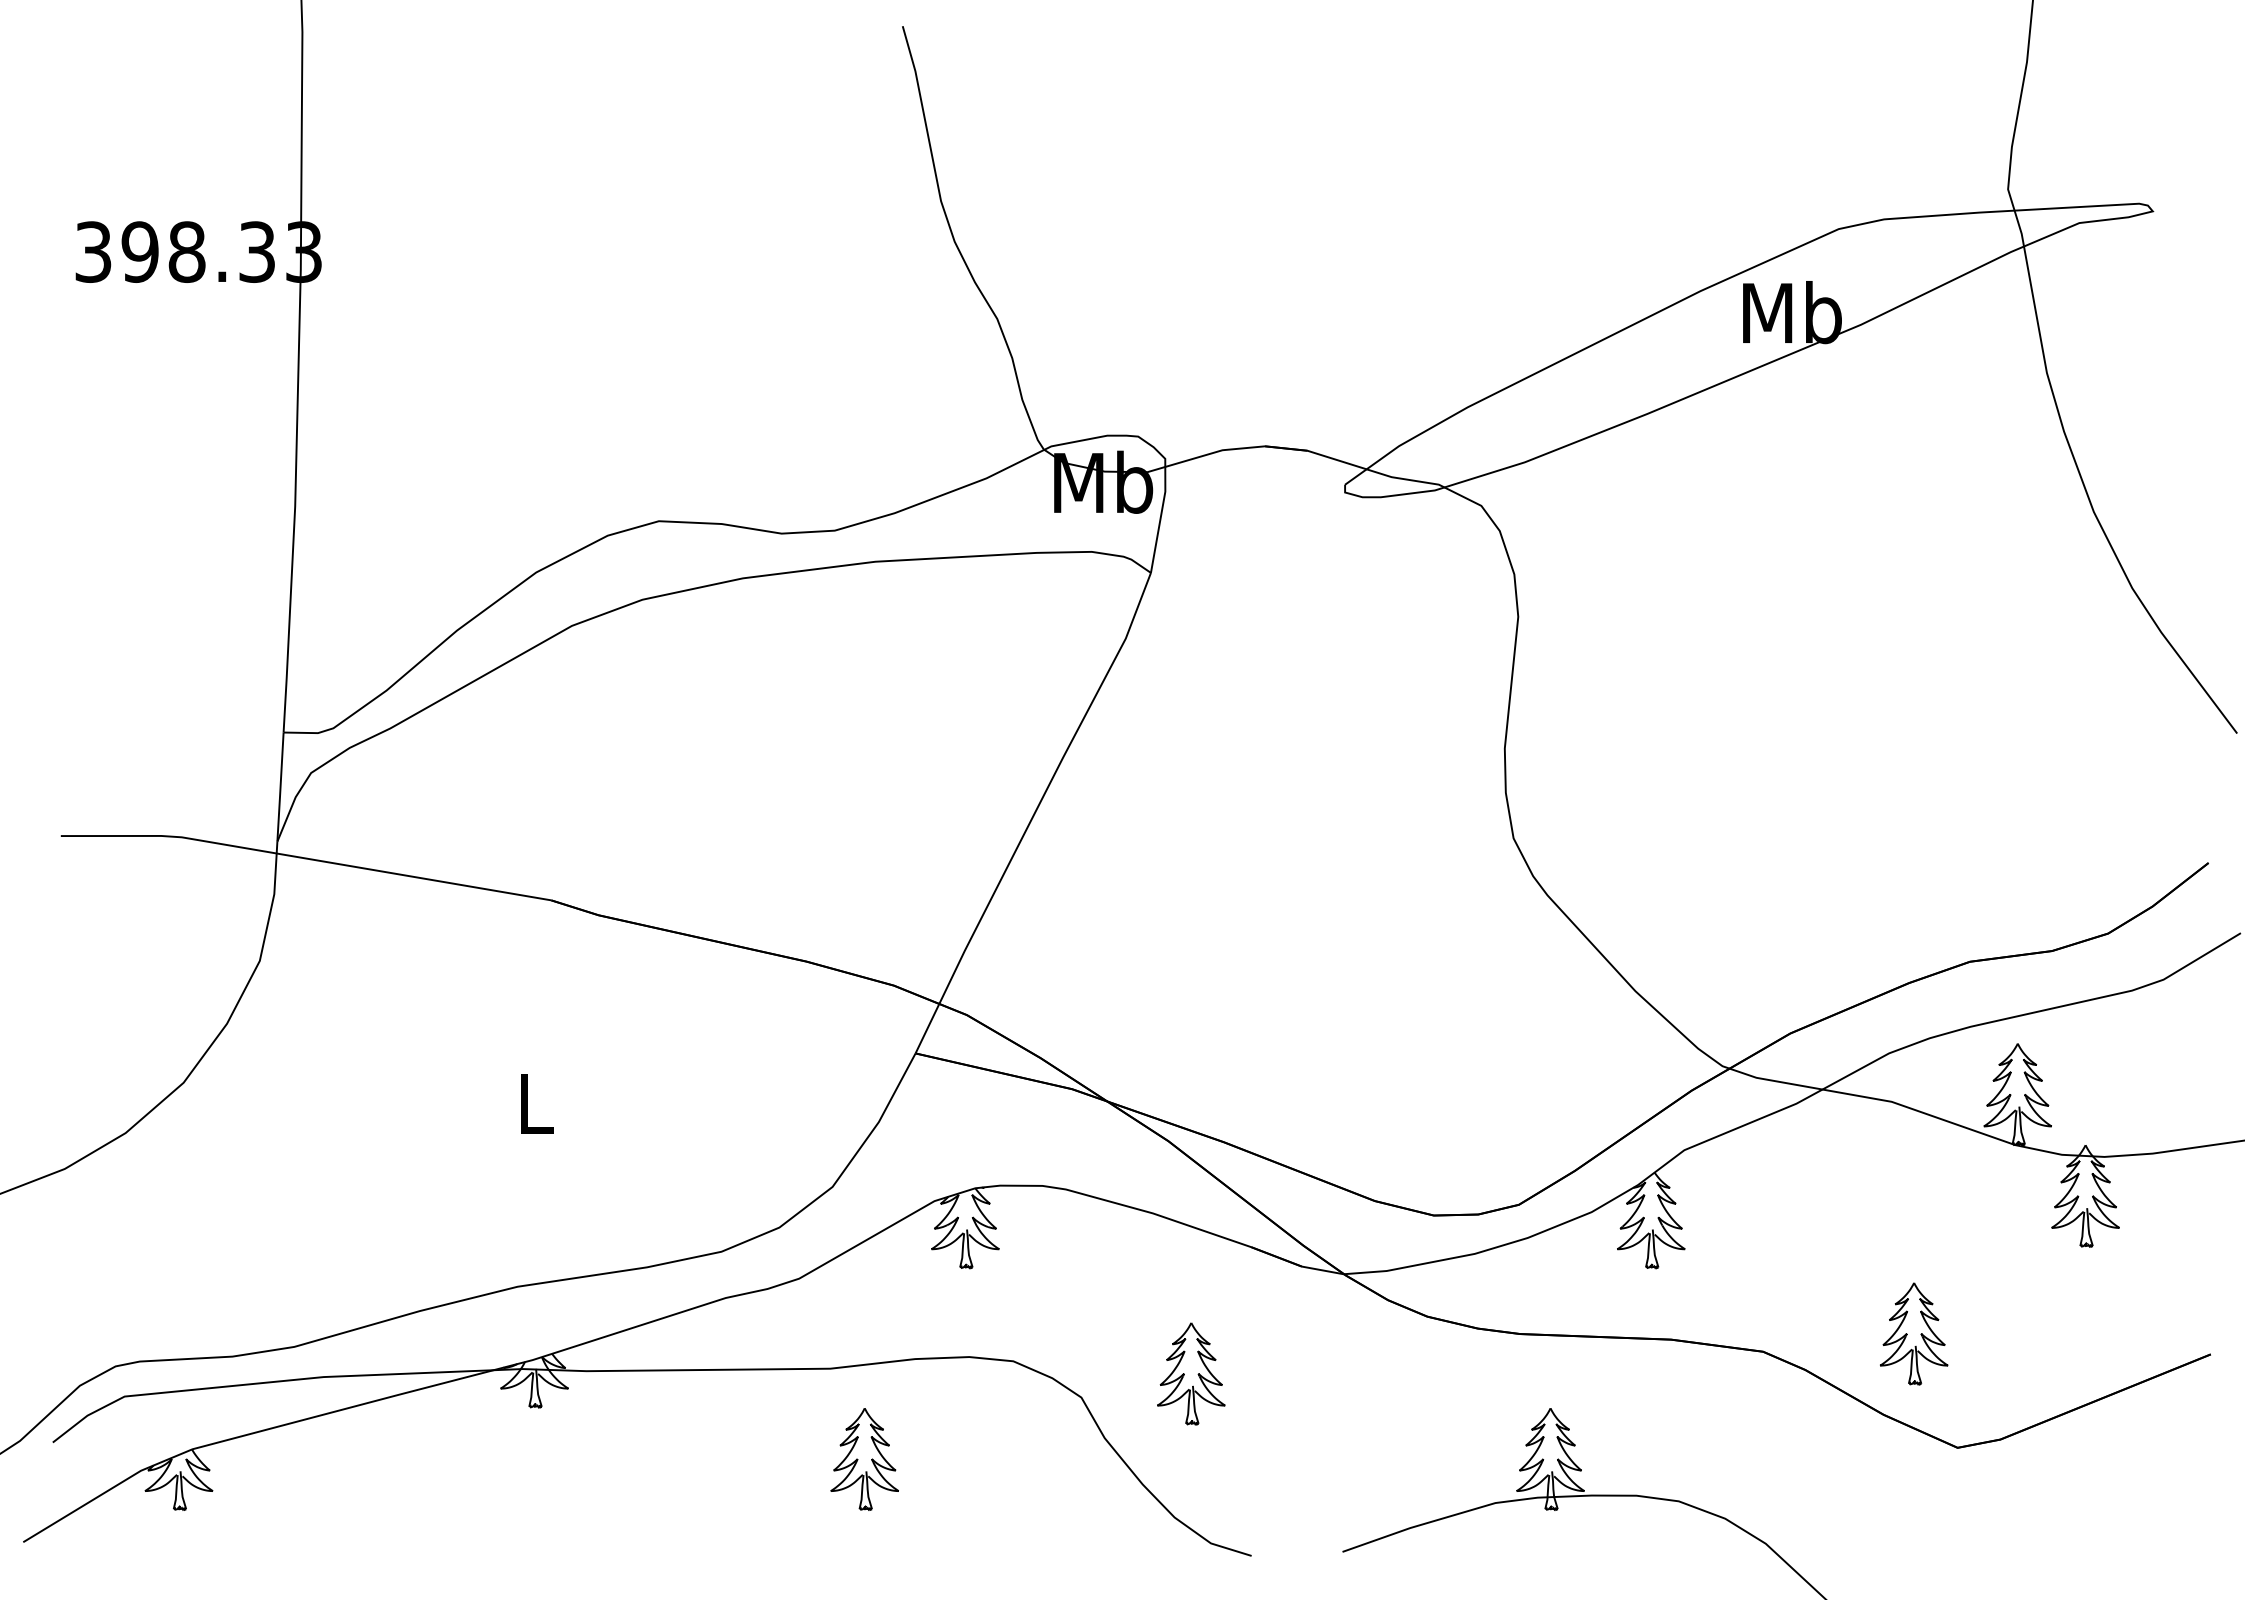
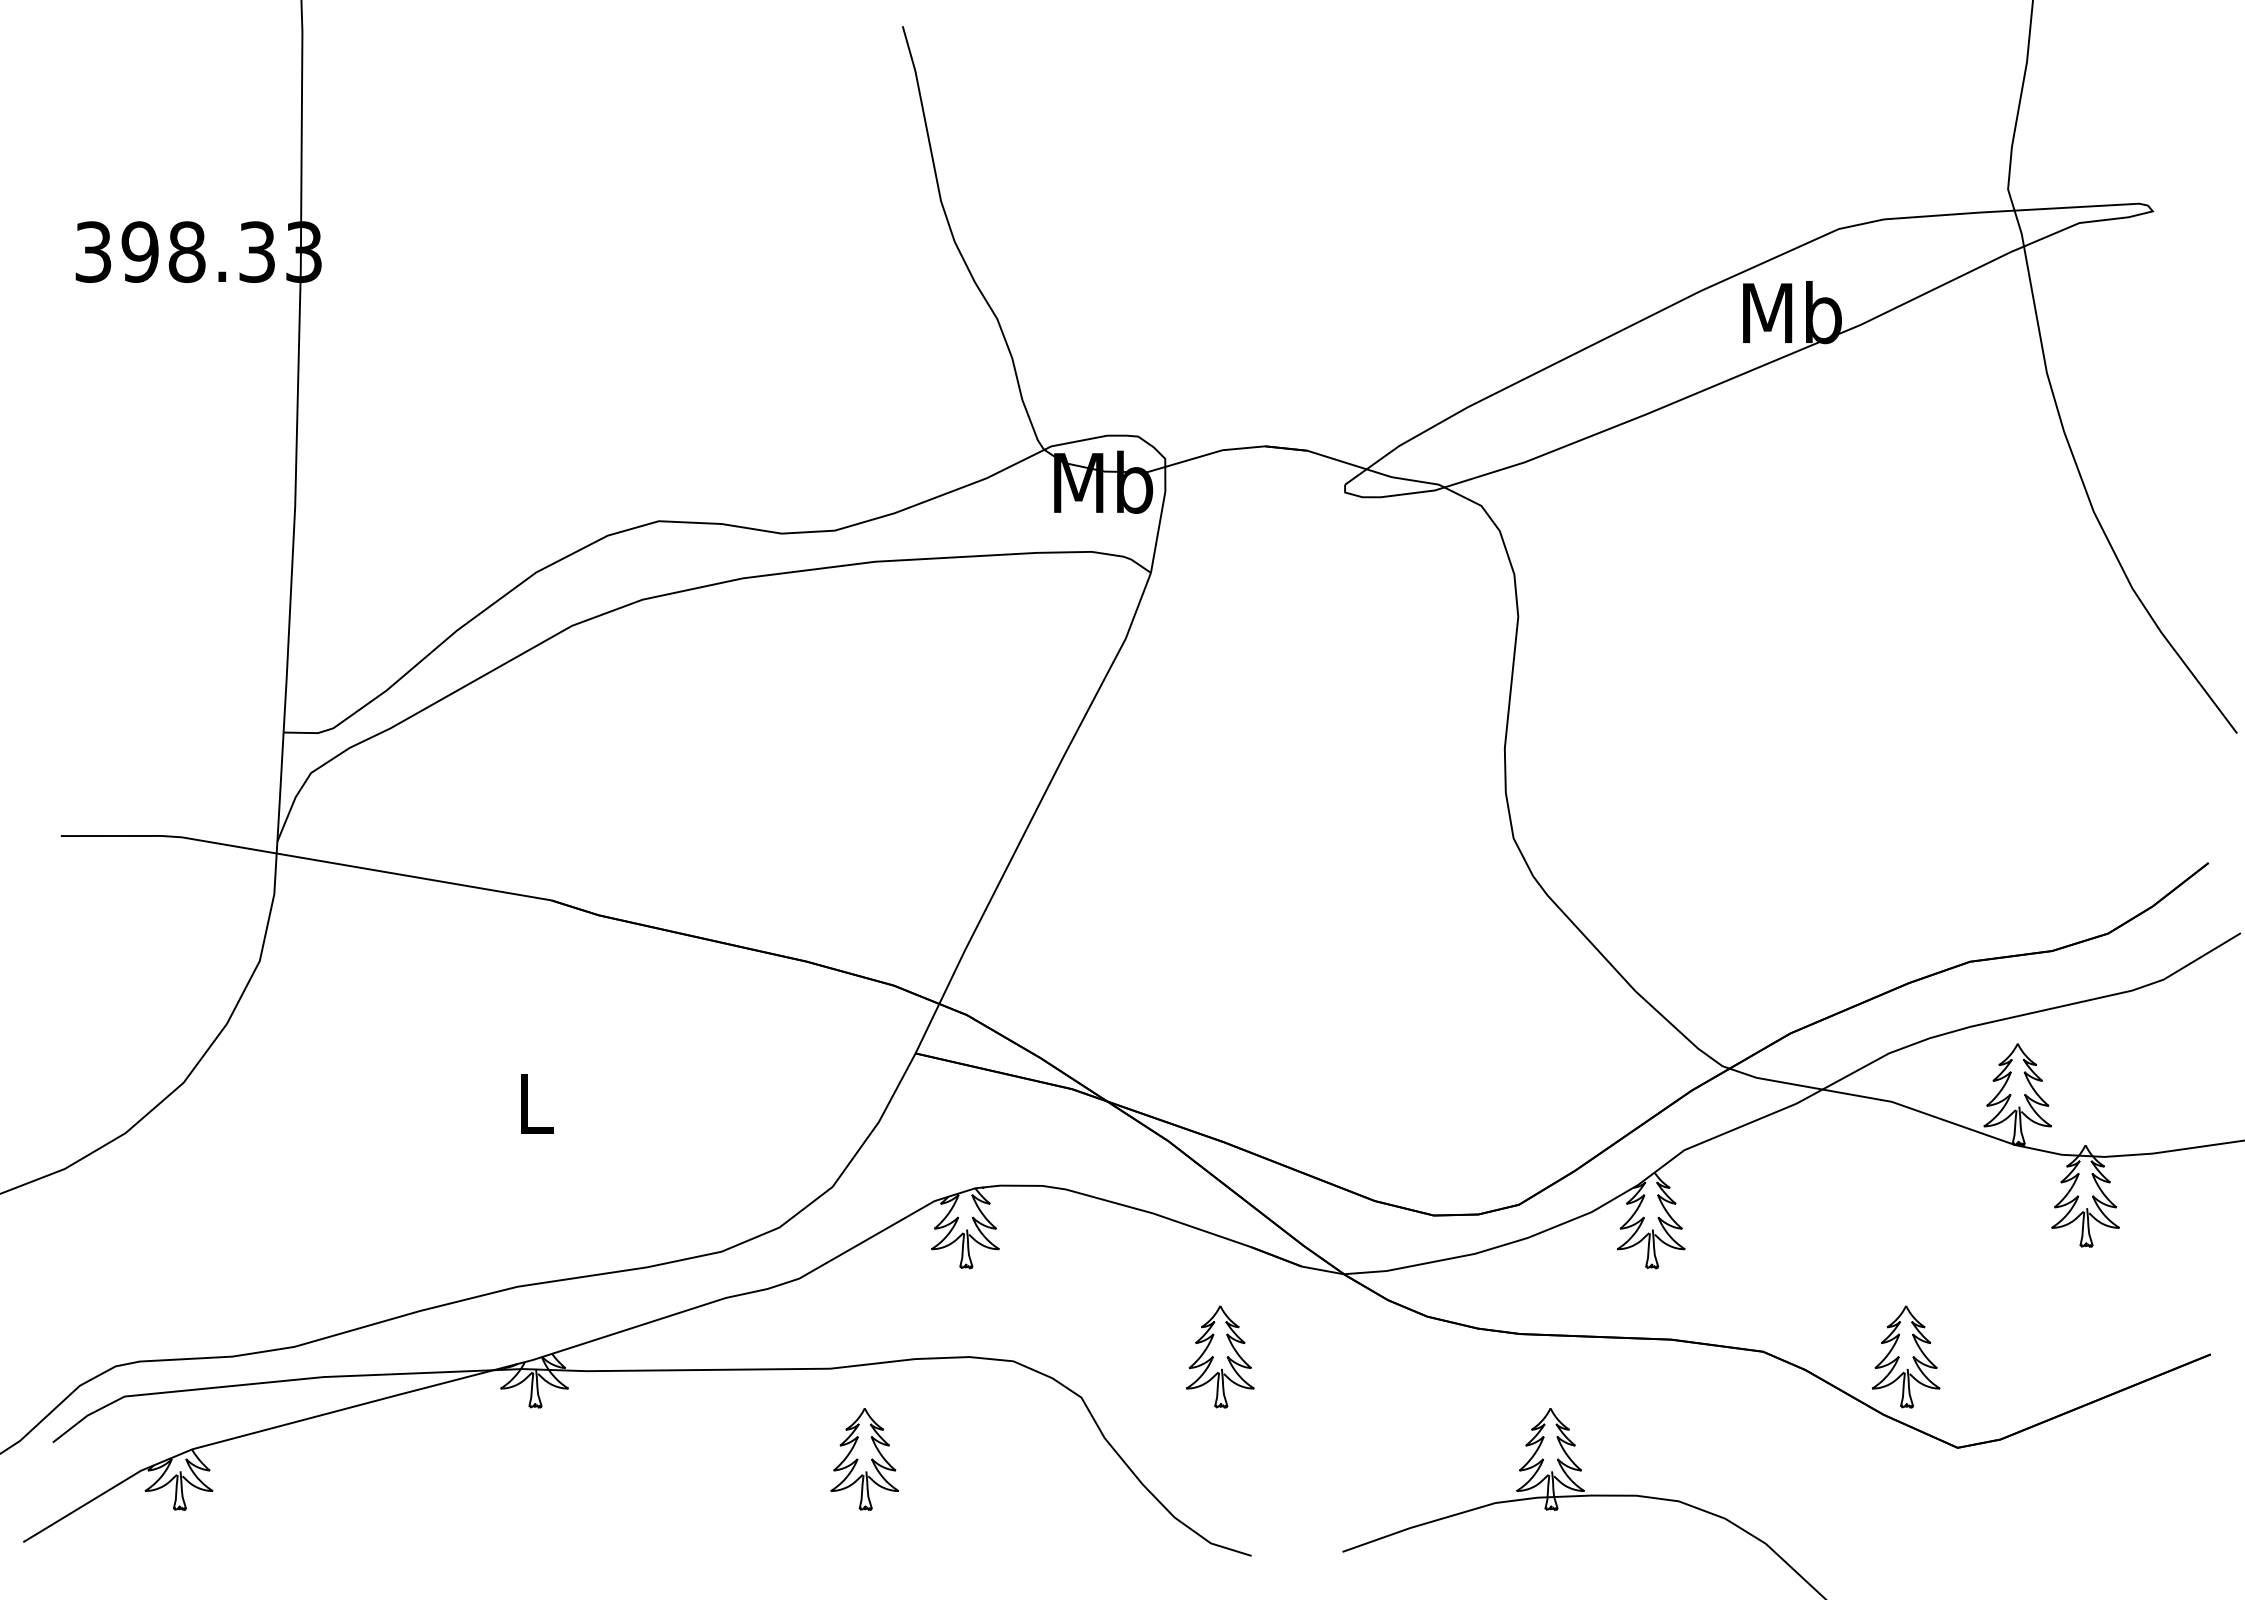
part at (1914, 1333) position: (1914, 1333) -> (1906, 1356)
part at (1191, 1373) position: (1191, 1373) -> (1220, 1356)
